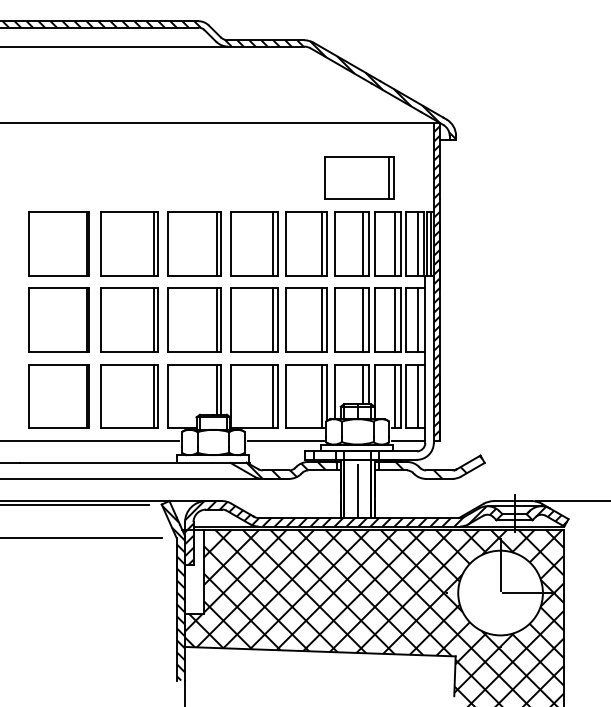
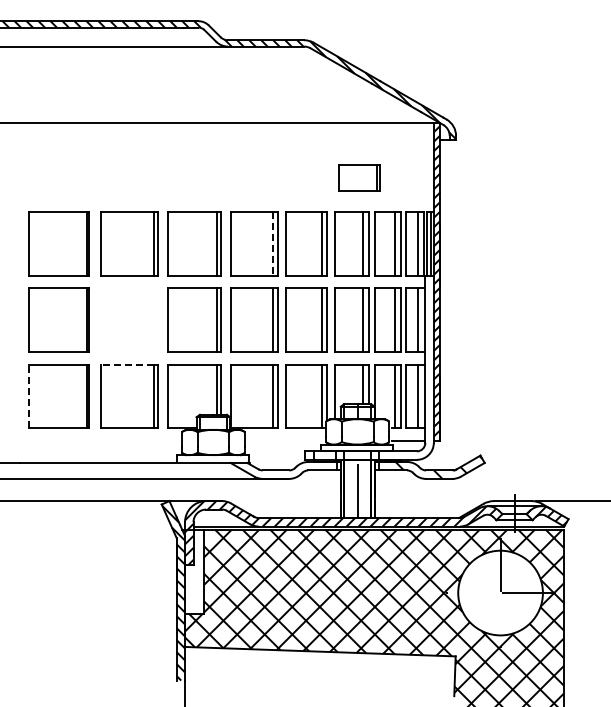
part at (359, 177) size: 71x44 px -> 43x28 px
line at (273, 243): solid -> dashed
part at (129, 319): present -> none
line at (127, 364): solid -> dashed
line at (29, 396): solid -> dashed
line at (90, 440): present -> none
line at (285, 440): present -> none
hatch at (290, 469): present -> none
line at (75, 504): present -> none
line at (82, 537): present -> none
